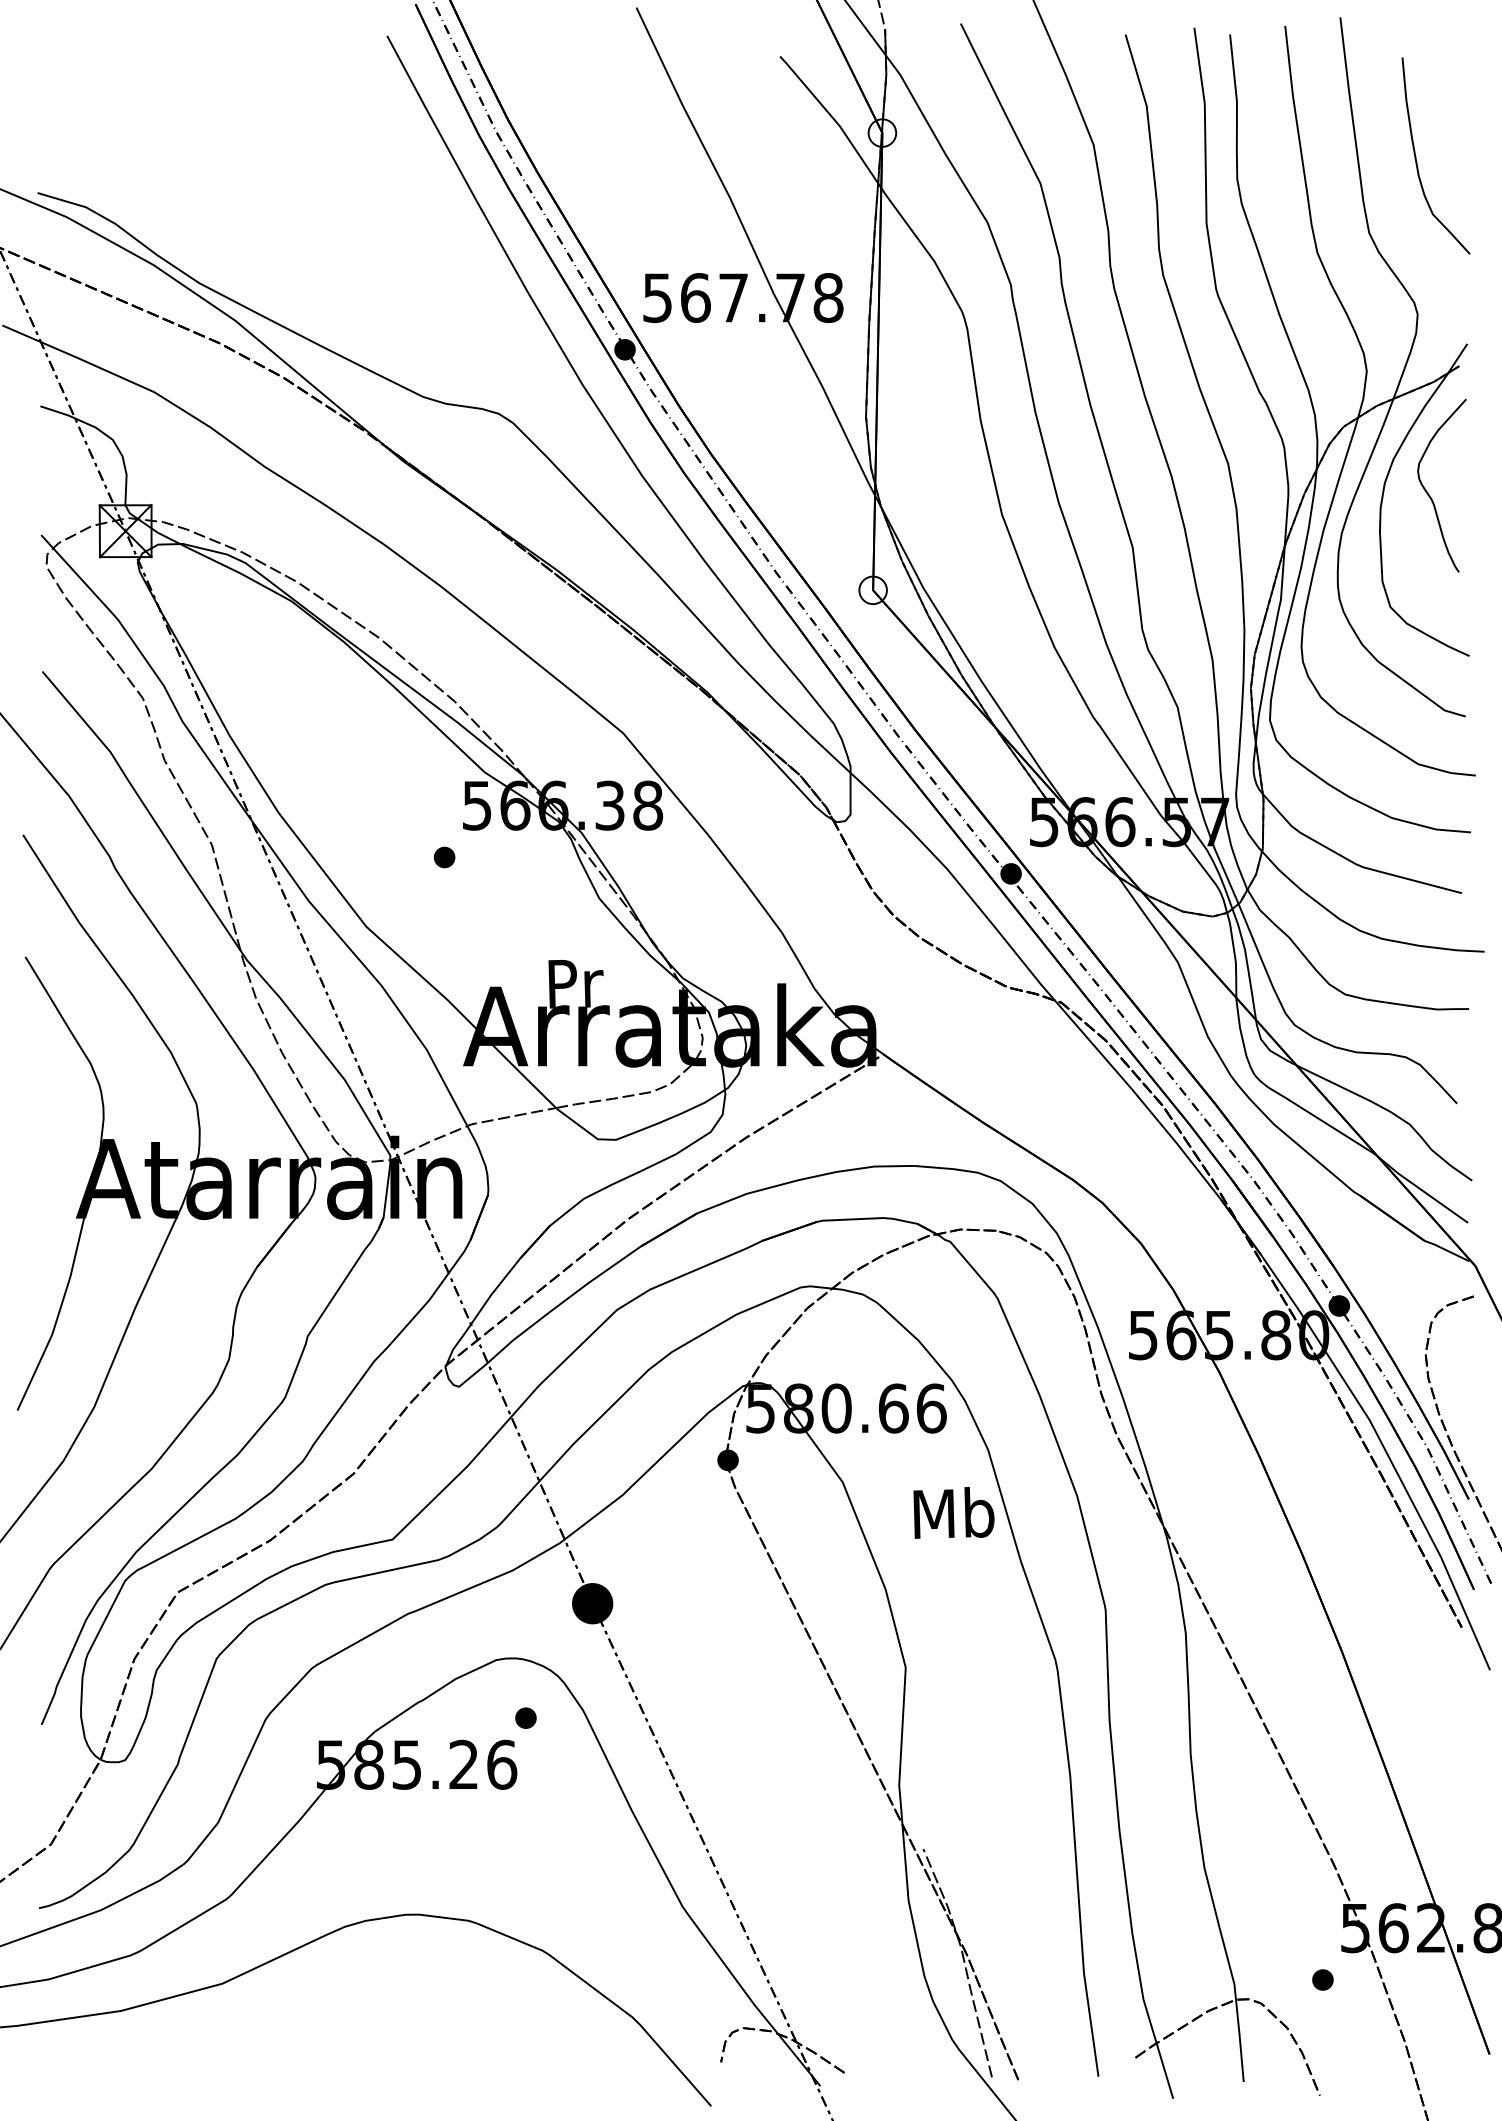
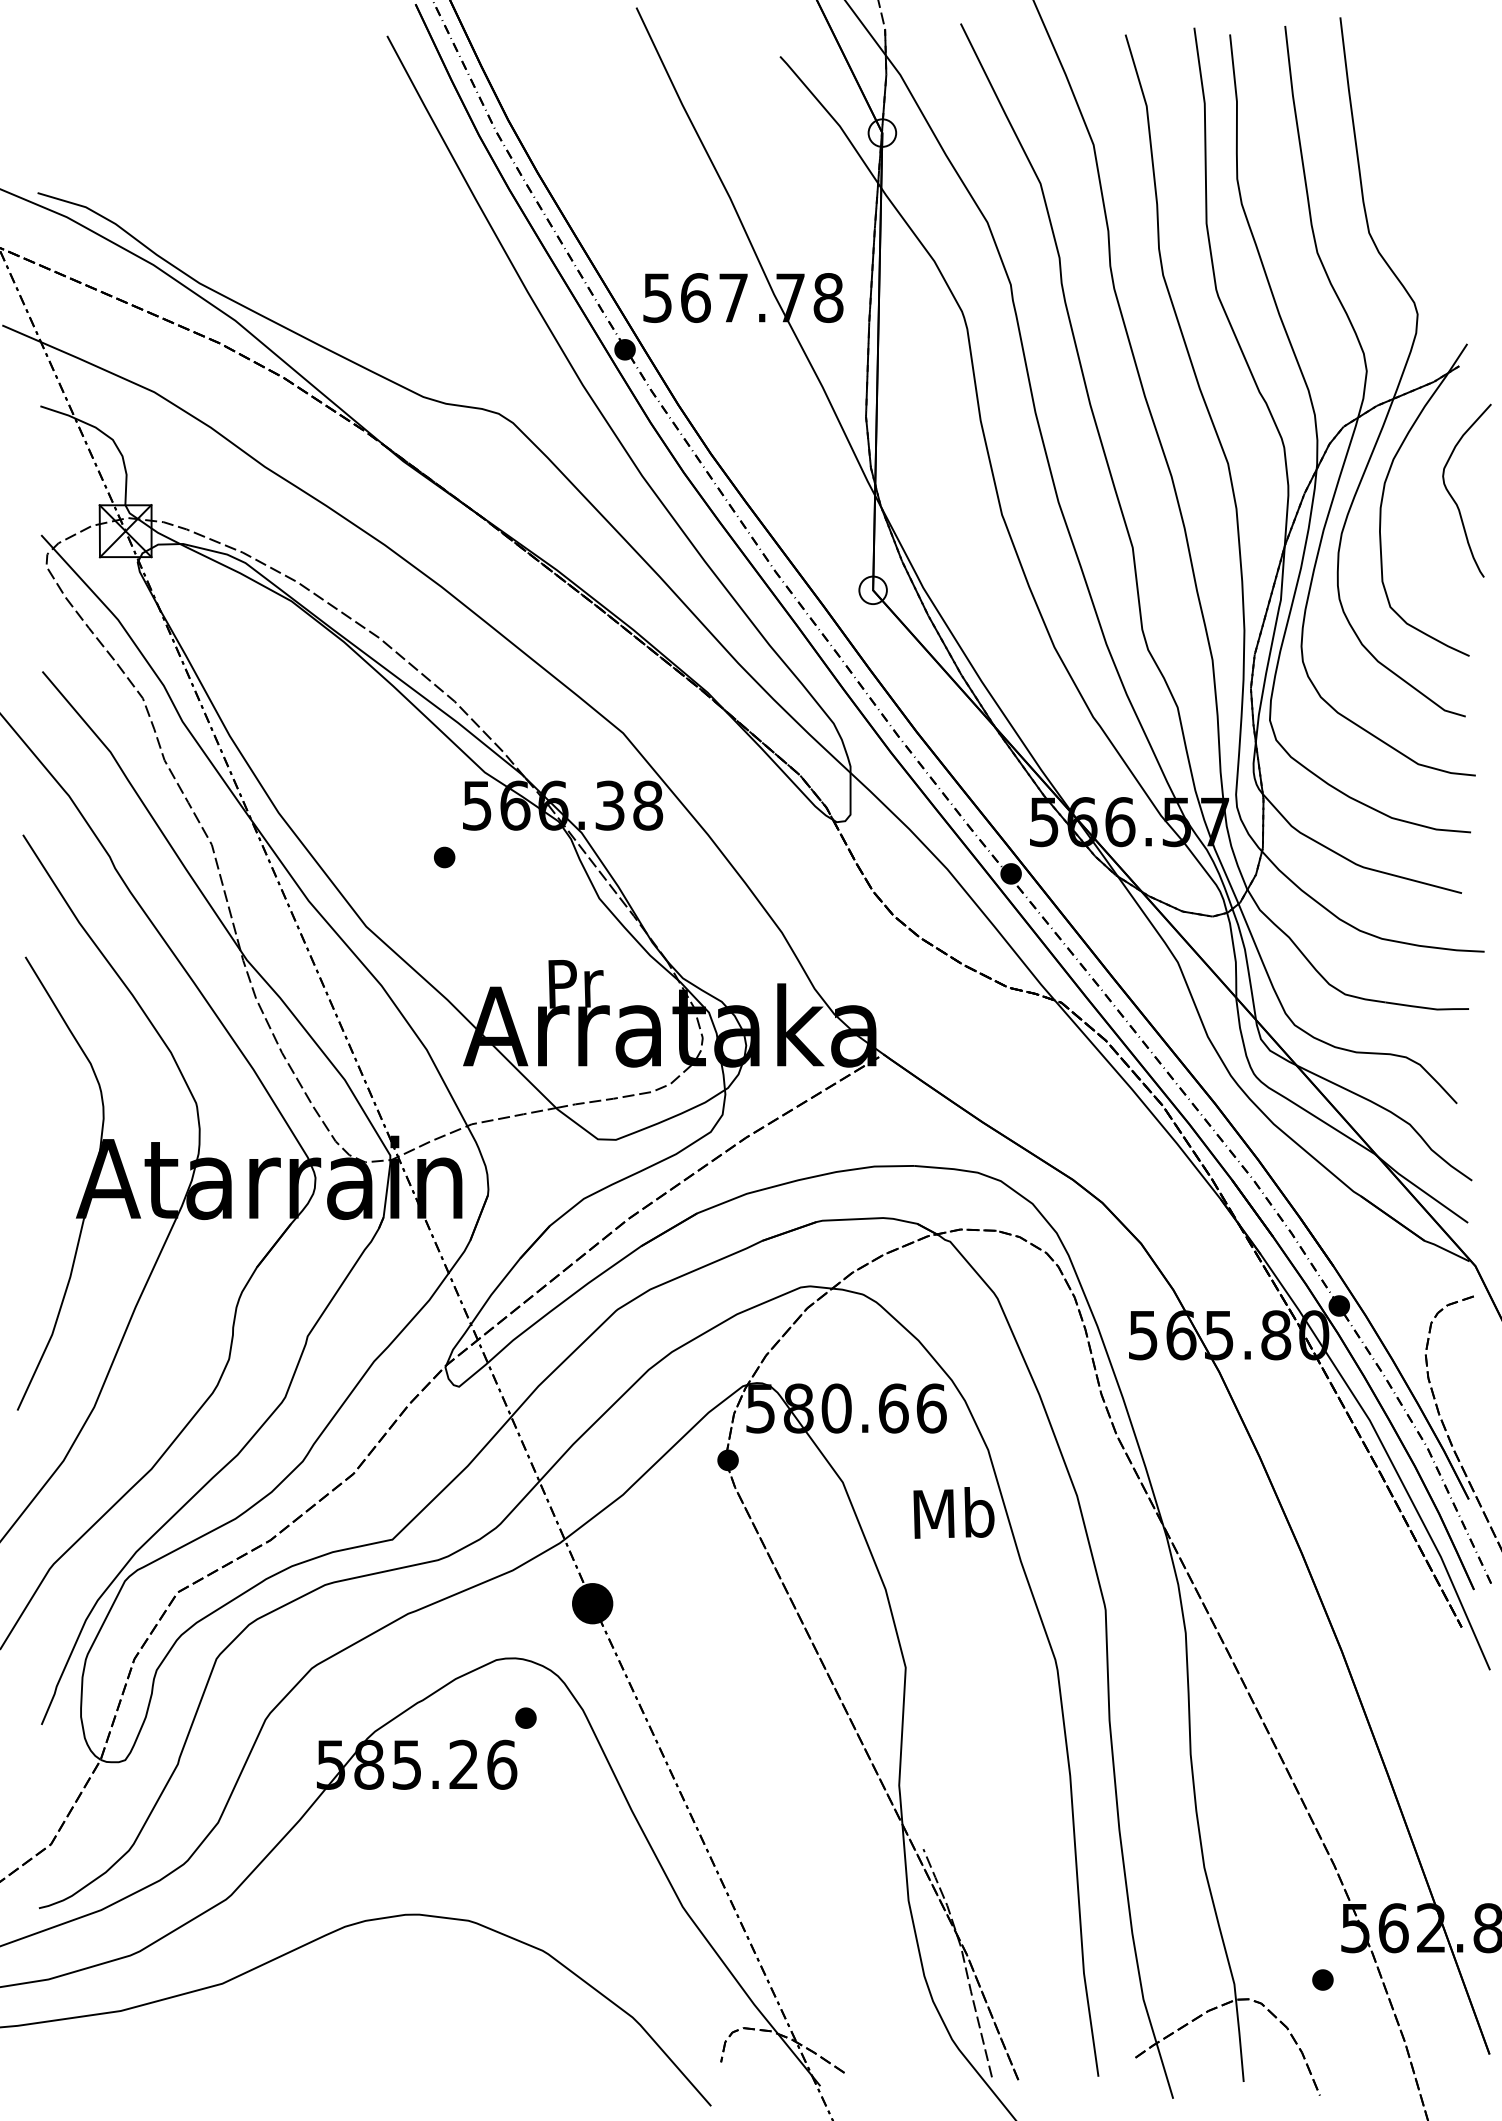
curve at (1417, 161): present -> none
curve at (1428, 492) position: (1428, 492) -> (1453, 497)
